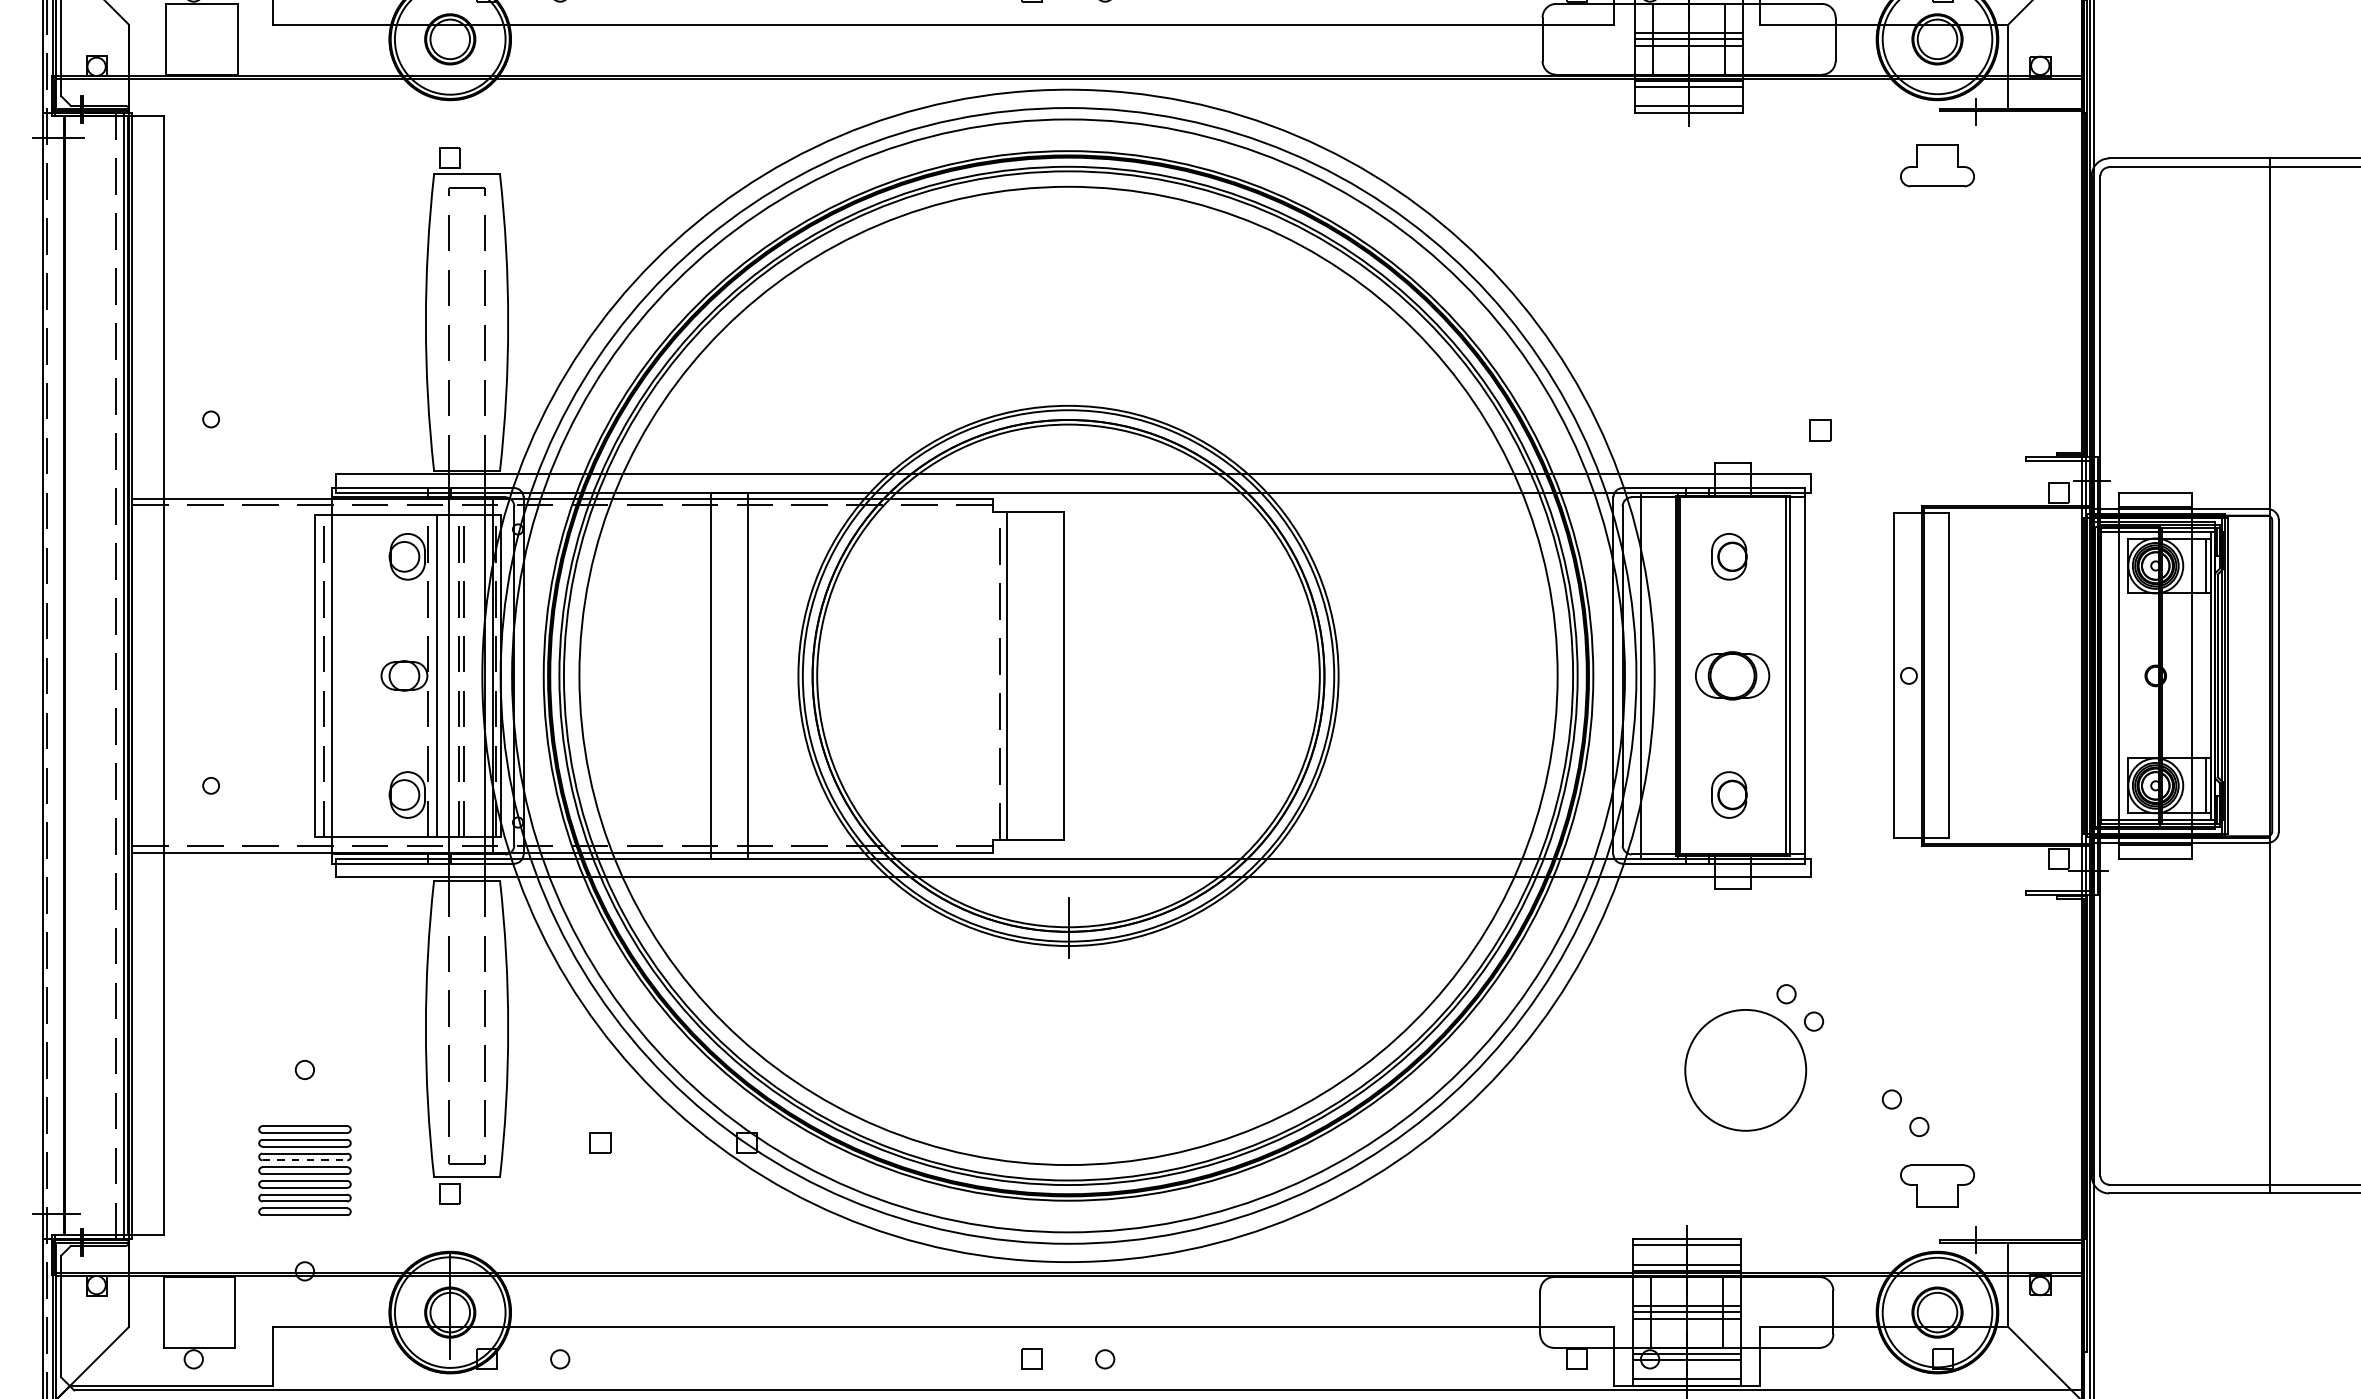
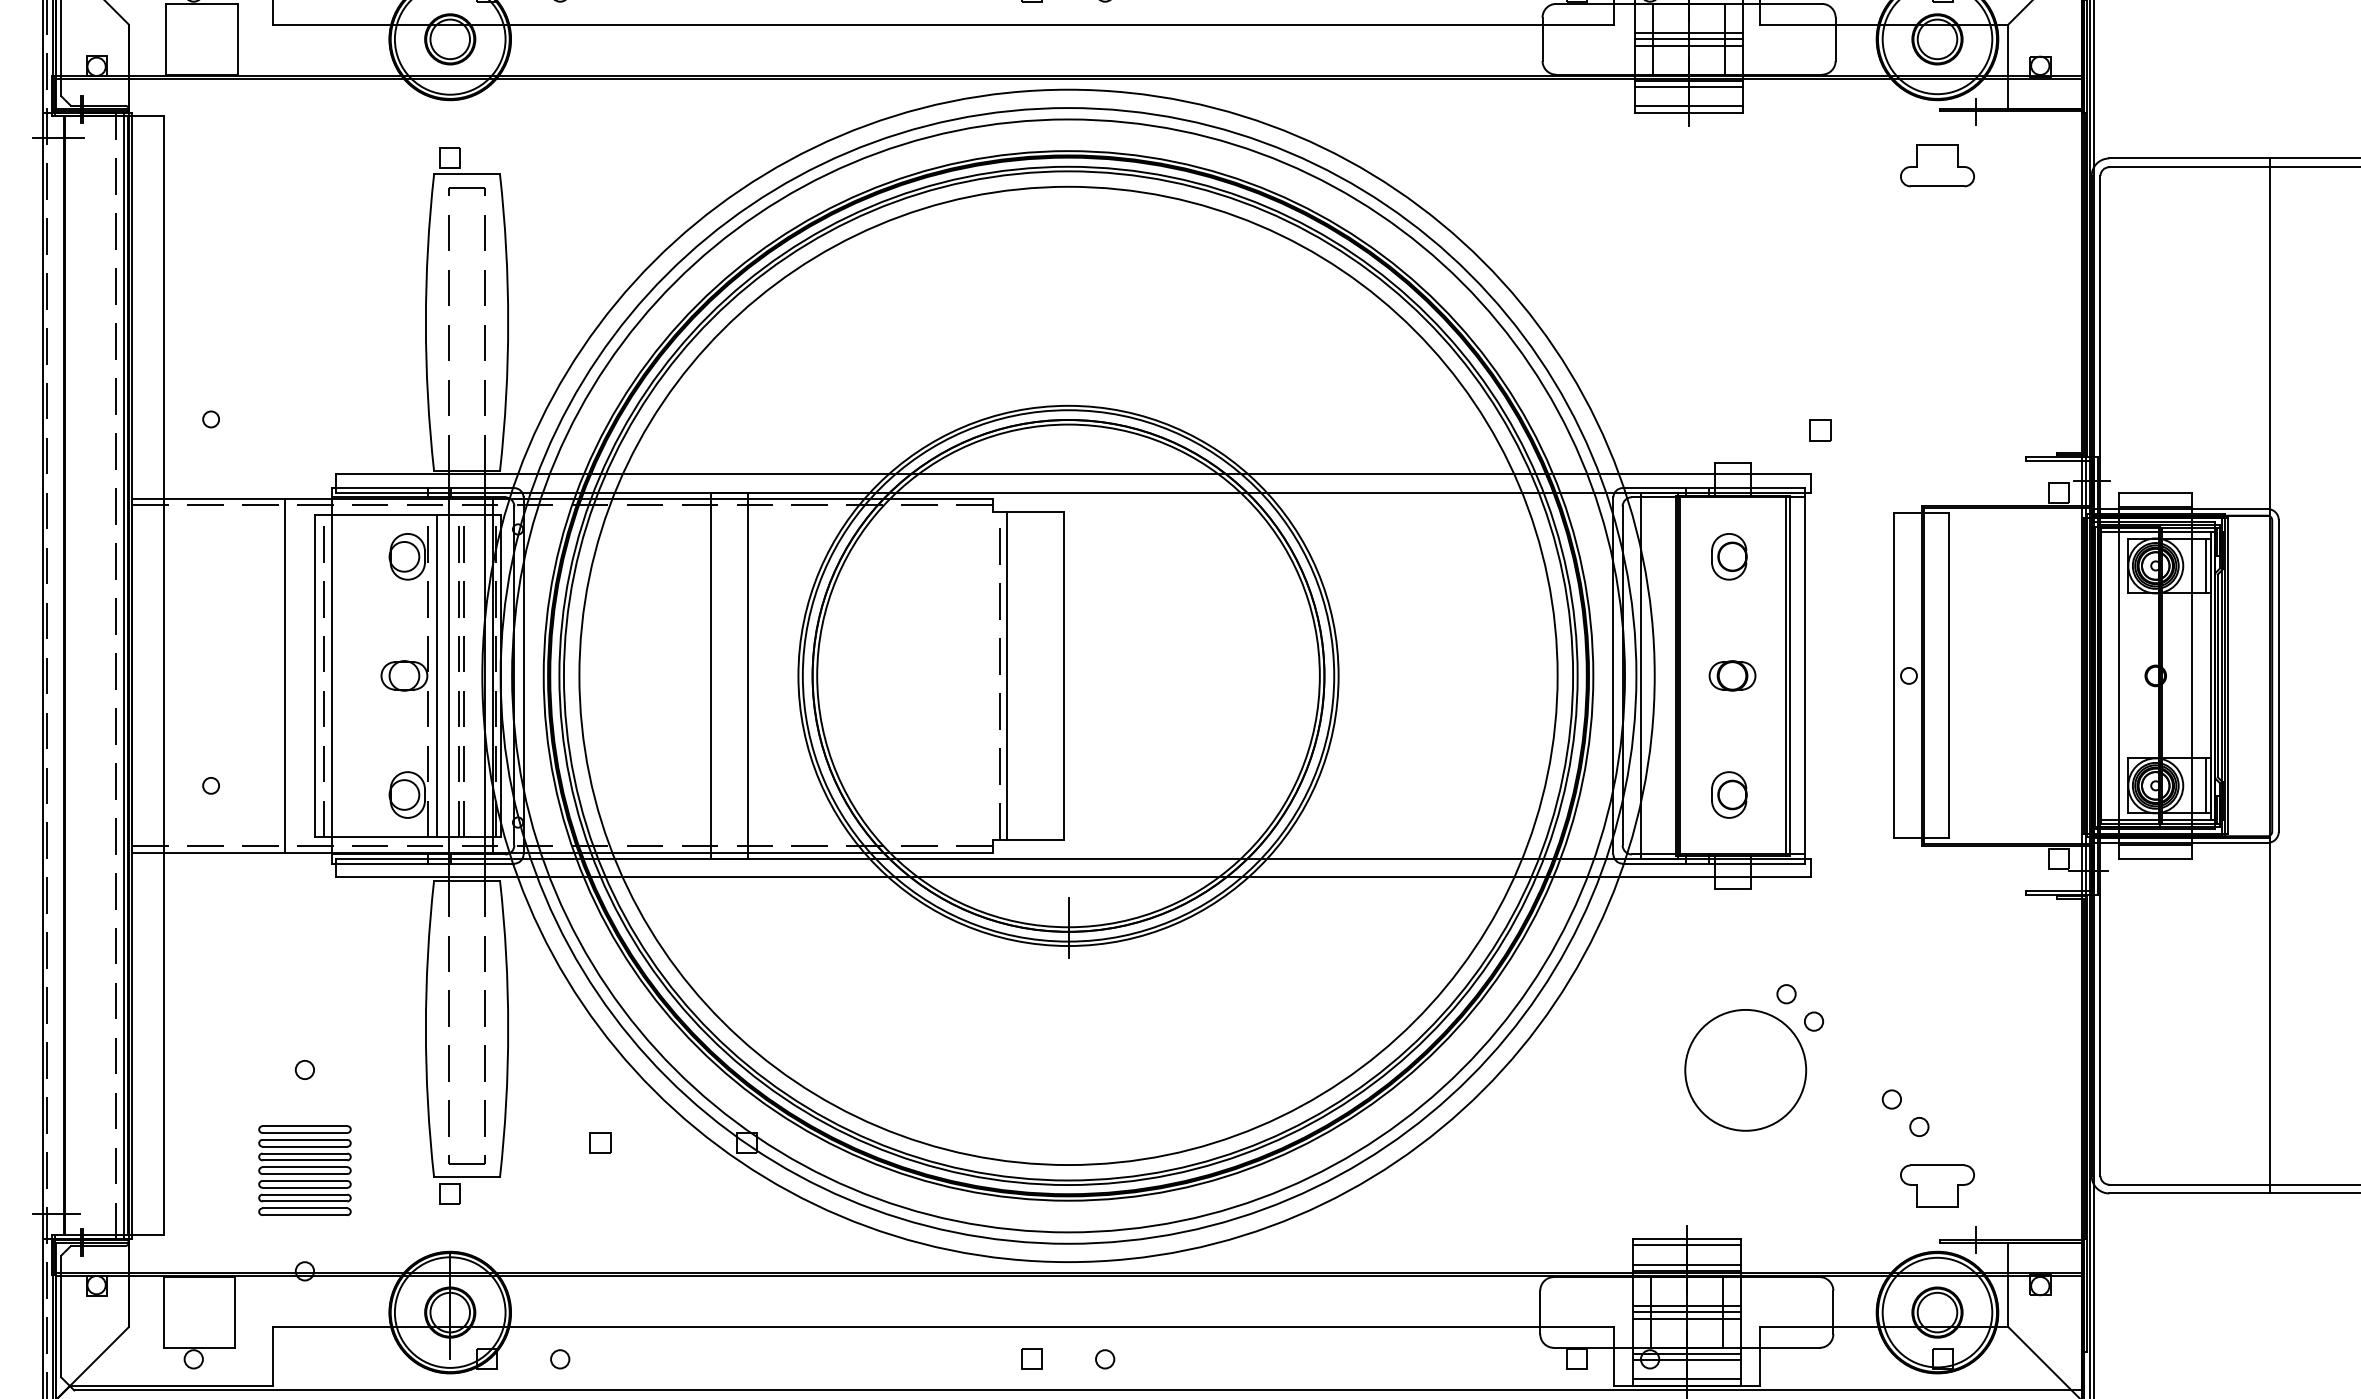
line at (285, 675): none -> present
part at (1732, 675) size: 76x50 px -> 49x32 px
line at (305, 1160): dashed -> solid
